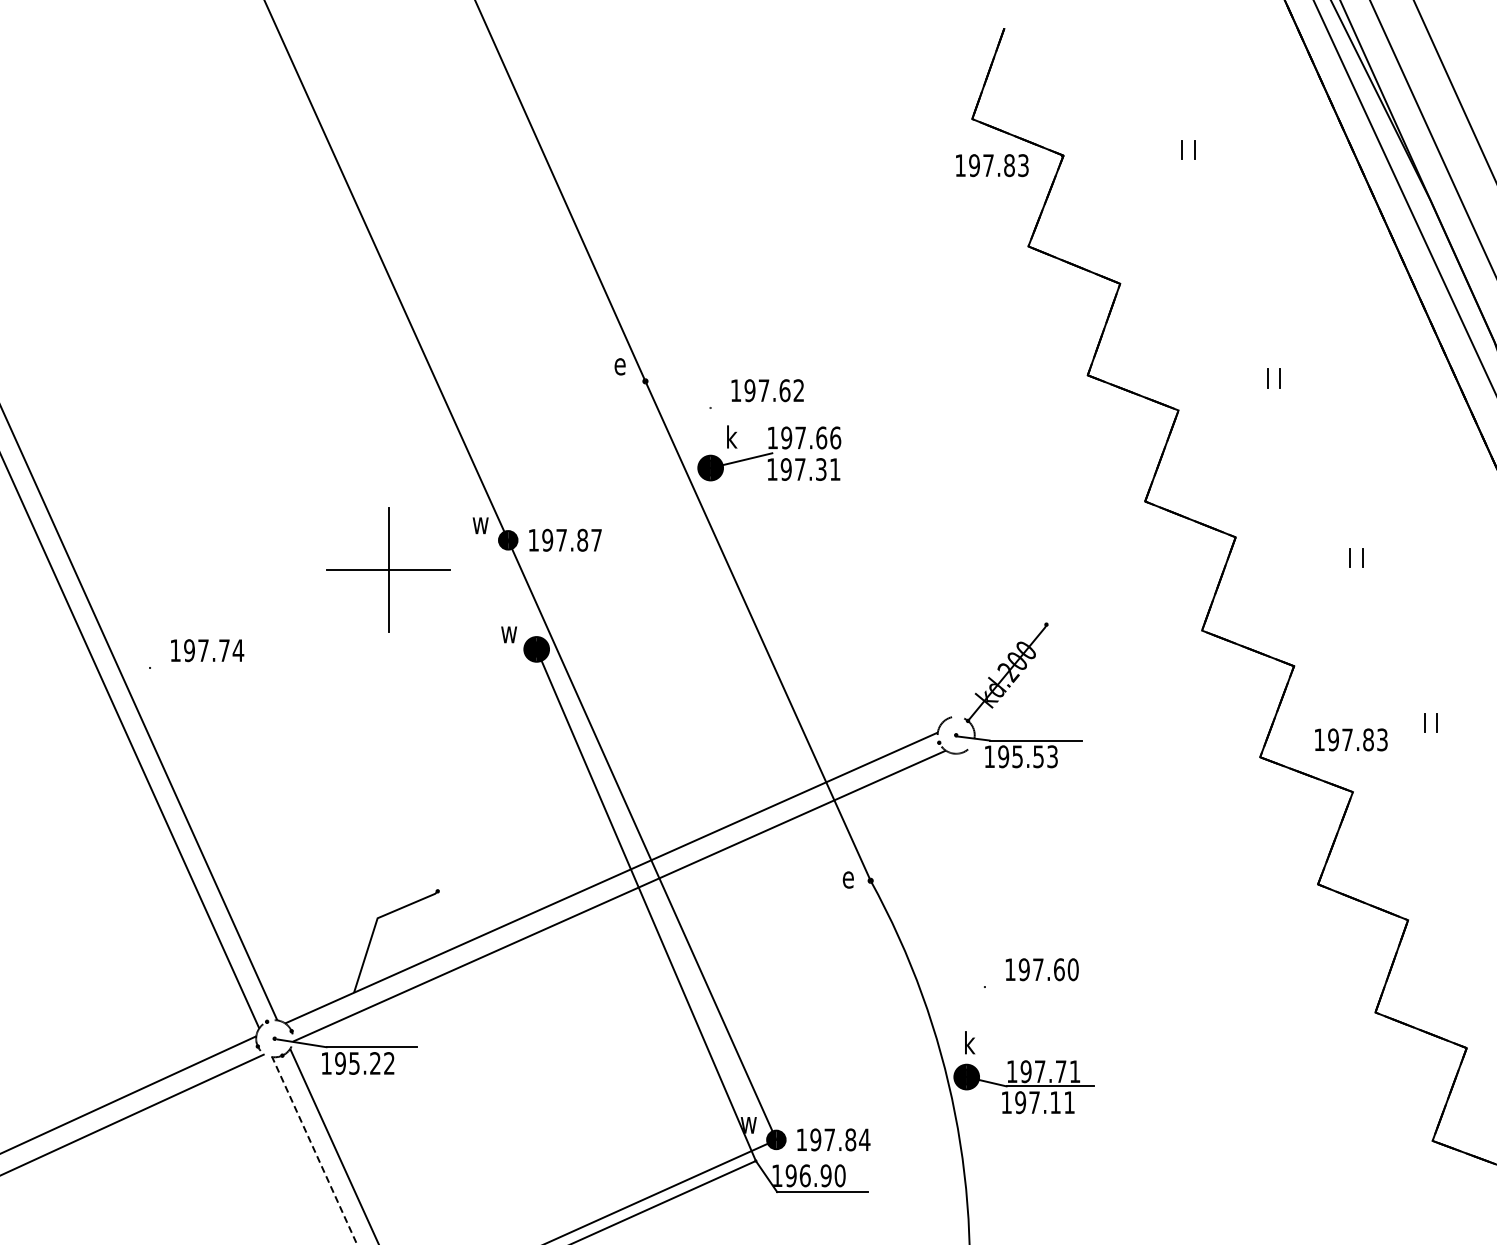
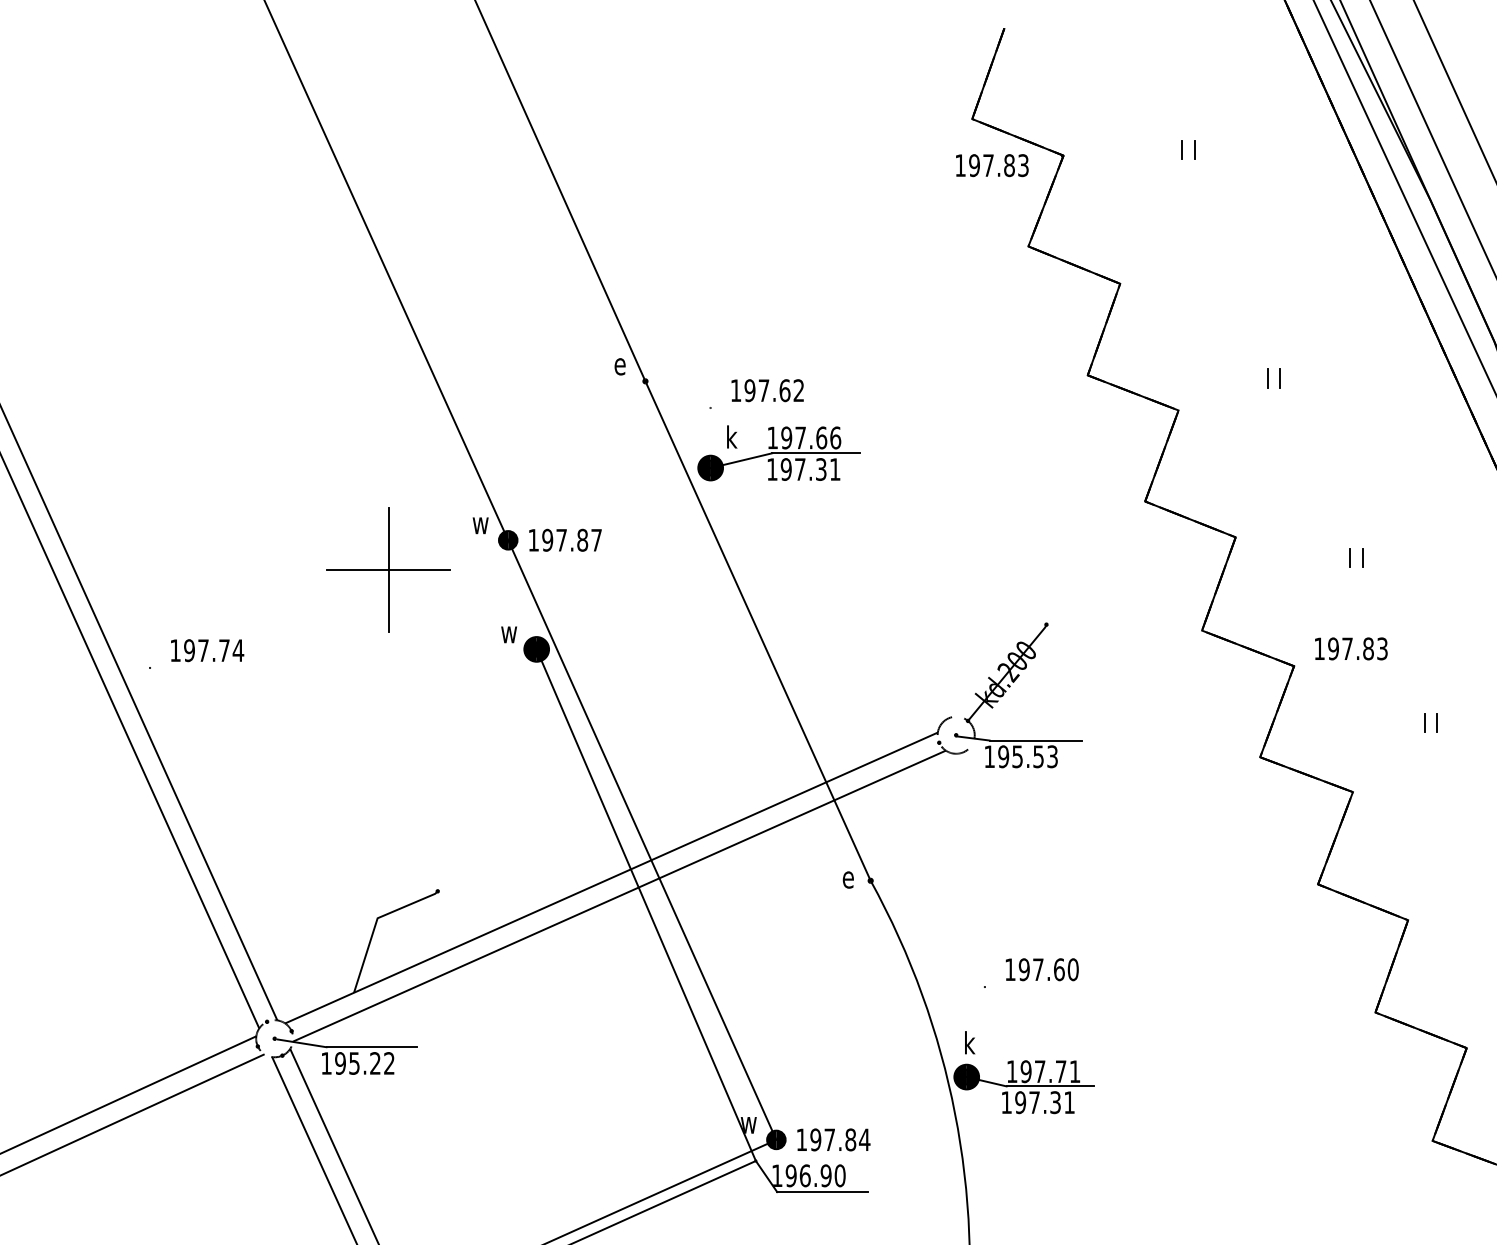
line at (816, 453): none -> present
text at (1351, 739) position: (1351, 739) -> (1351, 648)
text at (1055, 1102): 197.11 -> 197.31
line at (314, 1150): dashed -> solid
